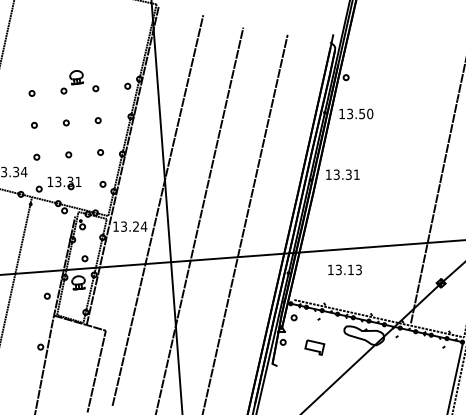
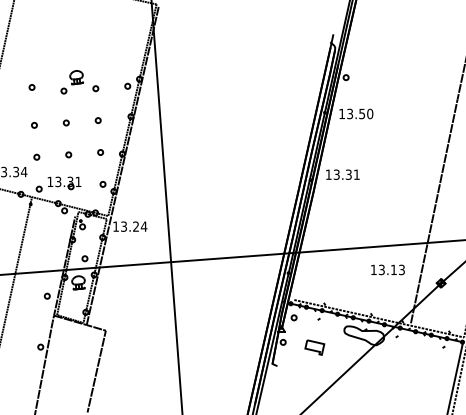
part at (31, 93) position: (31, 93) -> (31, 87)
line at (157, 210): present -> none
line at (199, 219): present -> none
line at (245, 222): present -> none
text at (344, 269) position: (344, 269) -> (387, 269)
